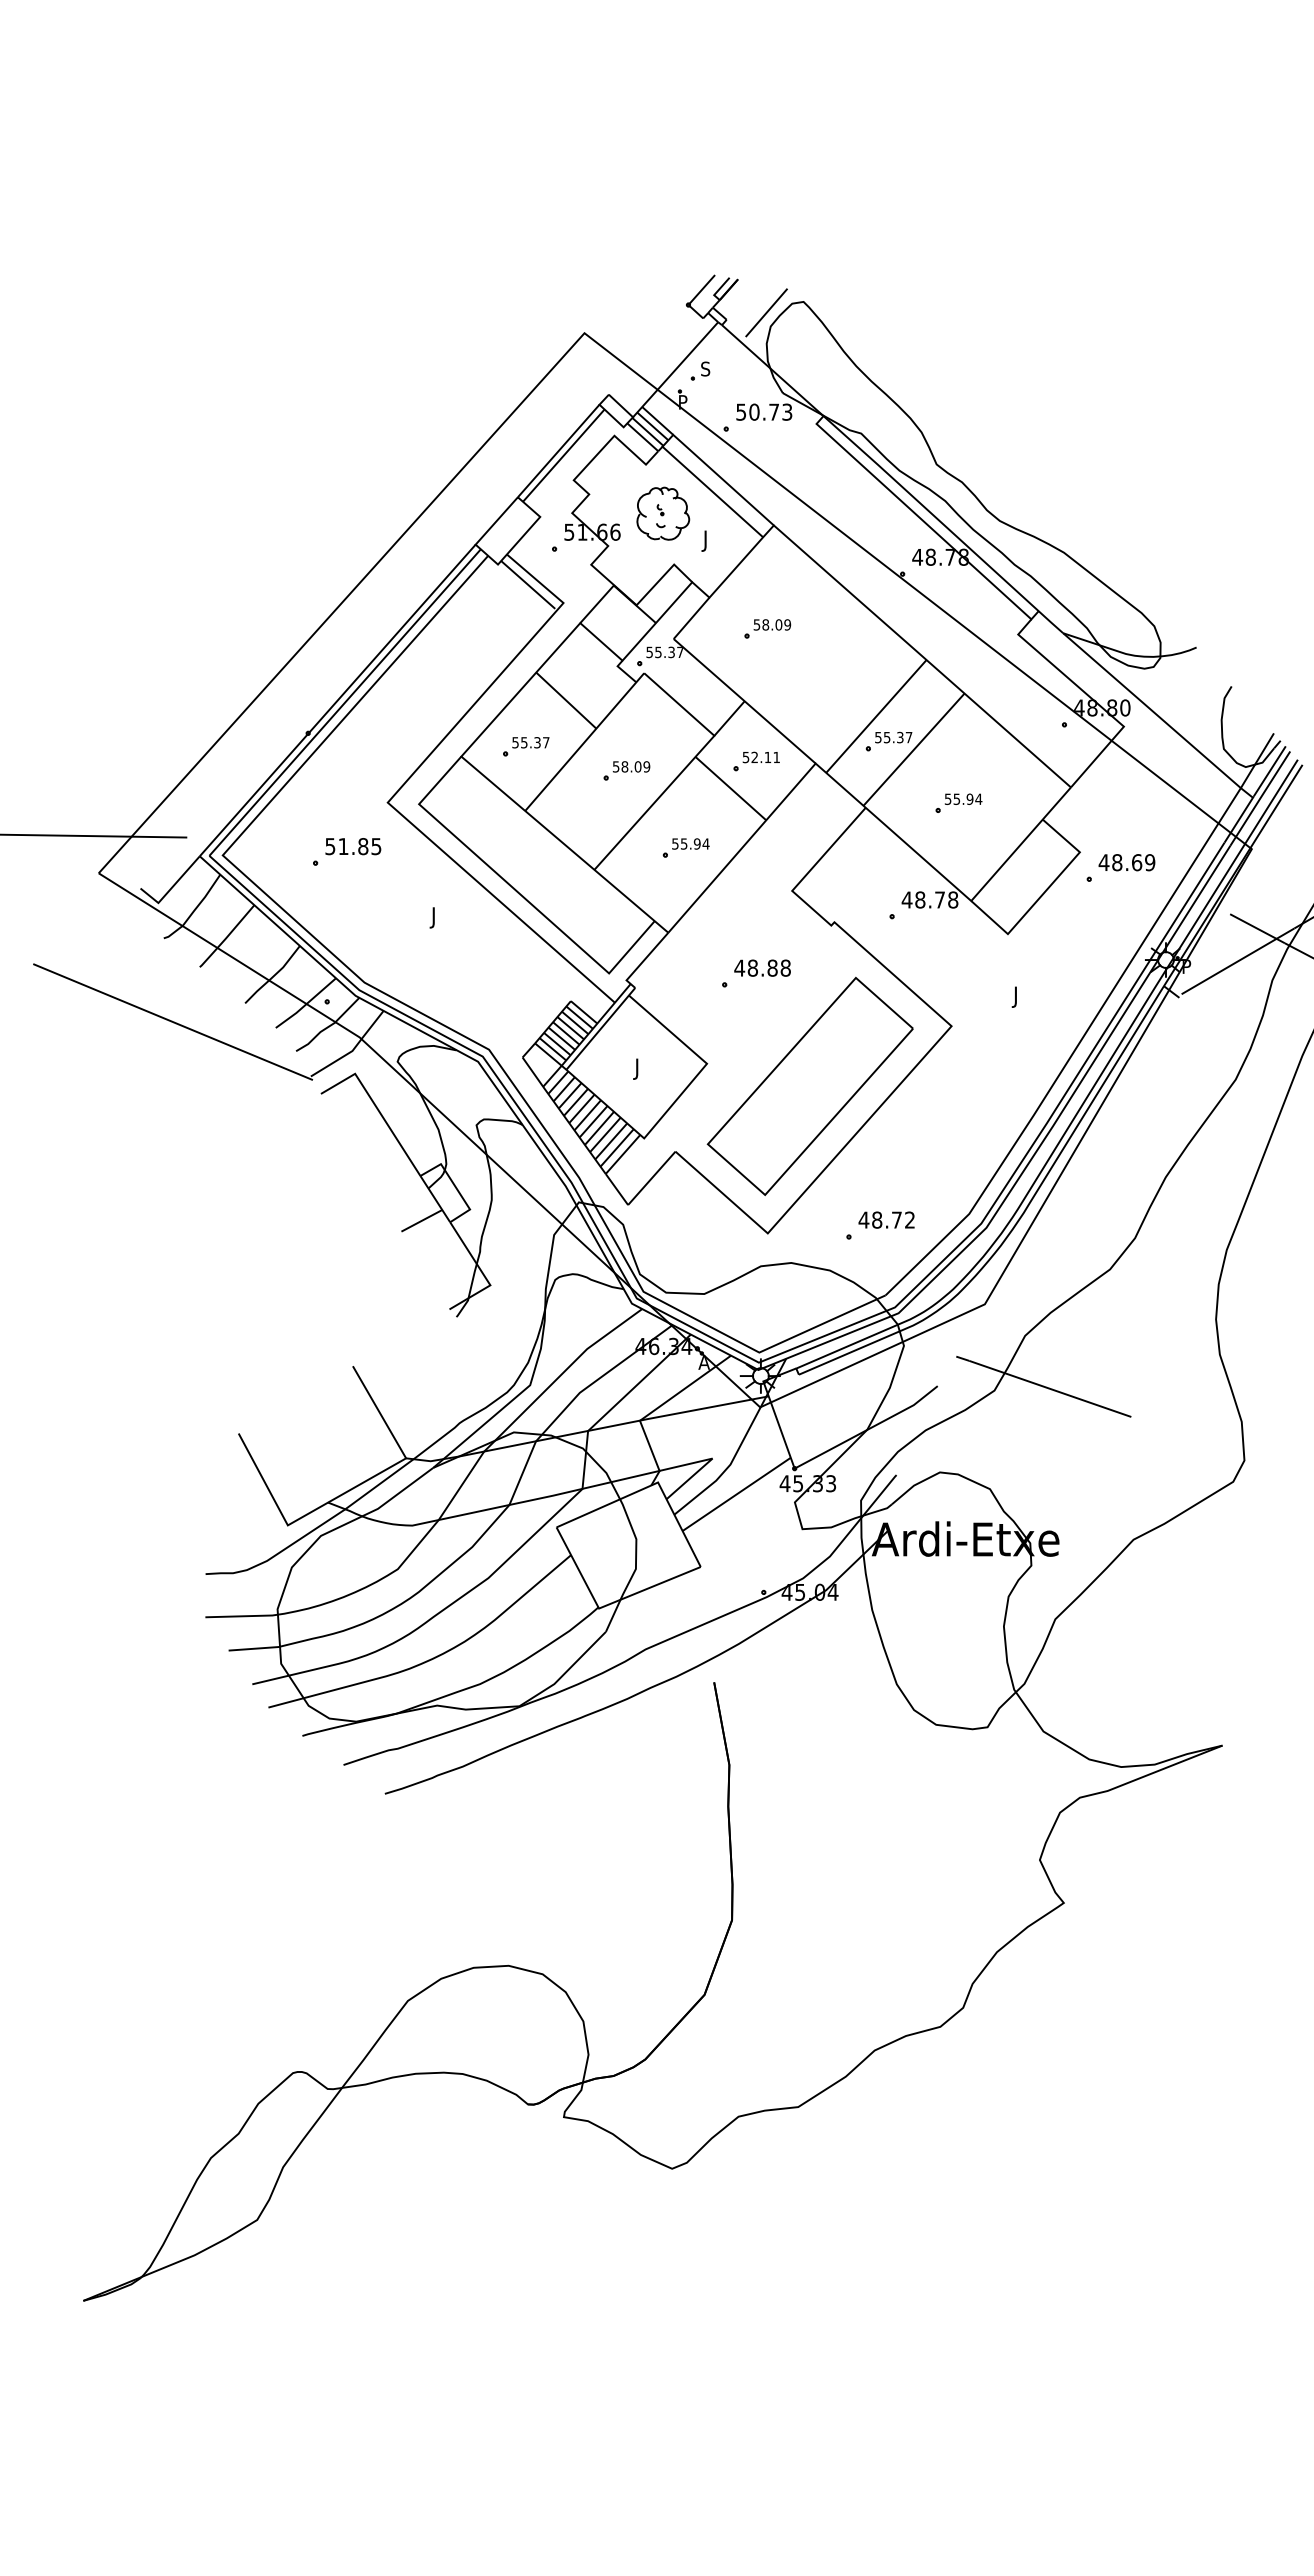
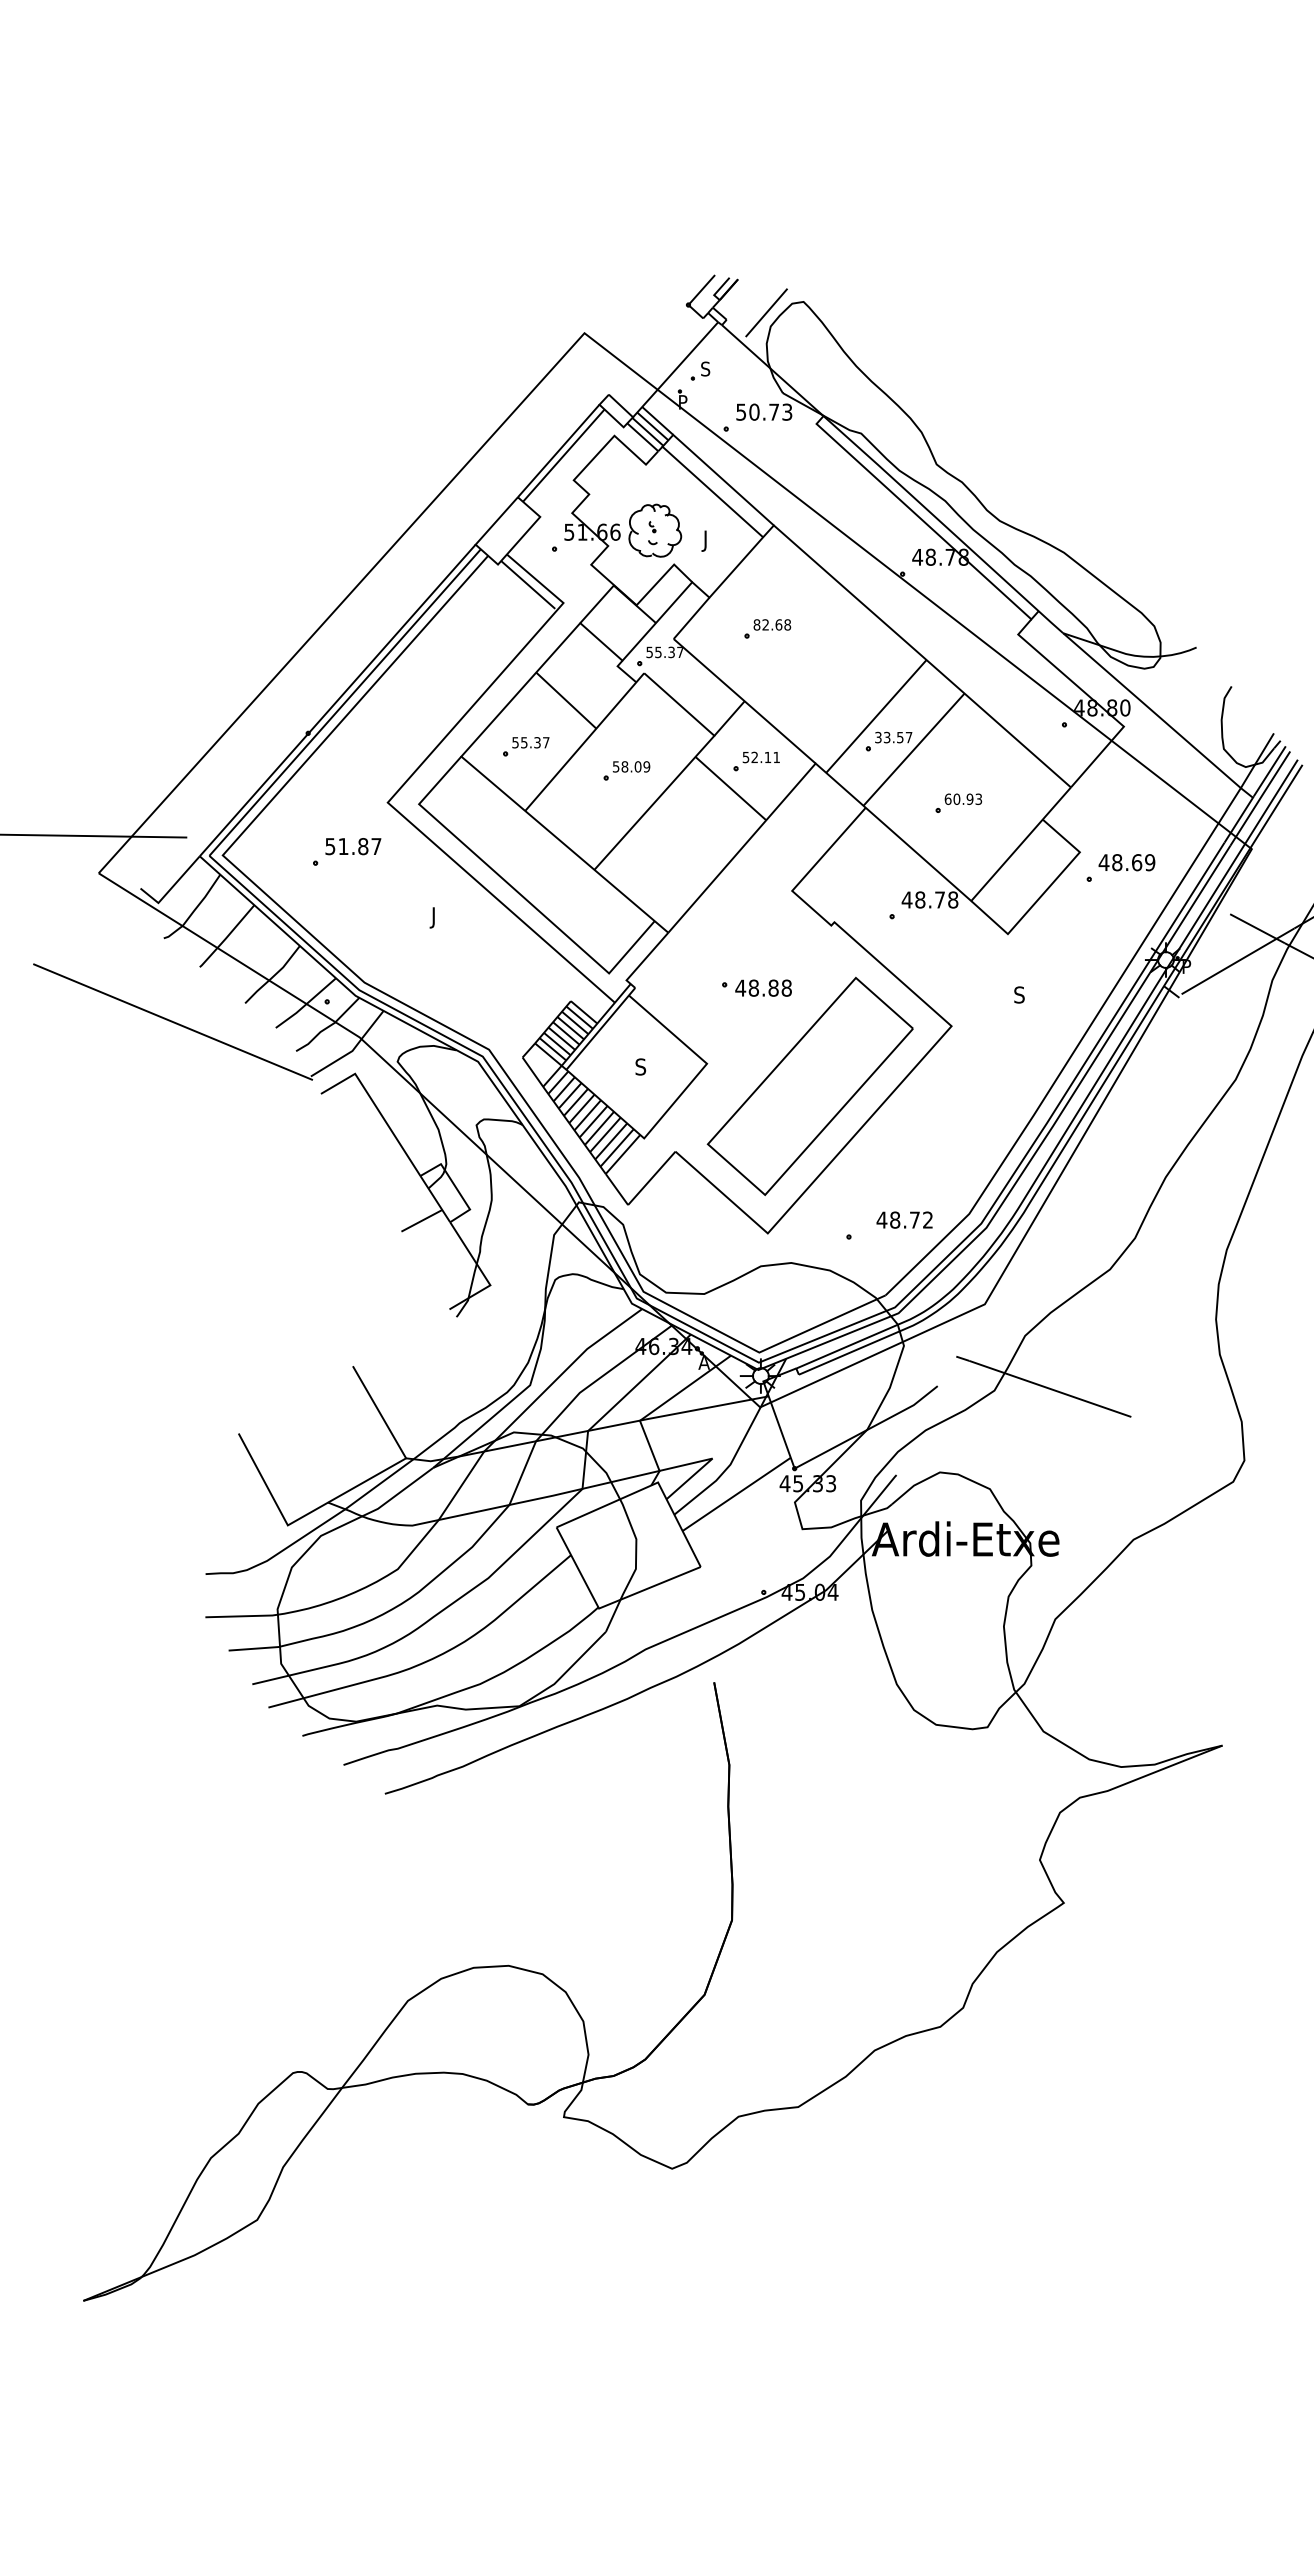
part at (663, 513) position: (663, 513) -> (655, 530)
text at (772, 624): 58.09 -> 82.68
text at (889, 736): 55.37 -> 33.57
text at (963, 798): 55.94 -> 60.93
text at (376, 846): 51.85 -> 51.87
part at (685, 847): present -> none
text at (762, 967) position: (762, 967) -> (763, 987)
text at (1017, 996): J -> S
text at (639, 1068): J -> S
text at (886, 1219) position: (886, 1219) -> (904, 1219)
